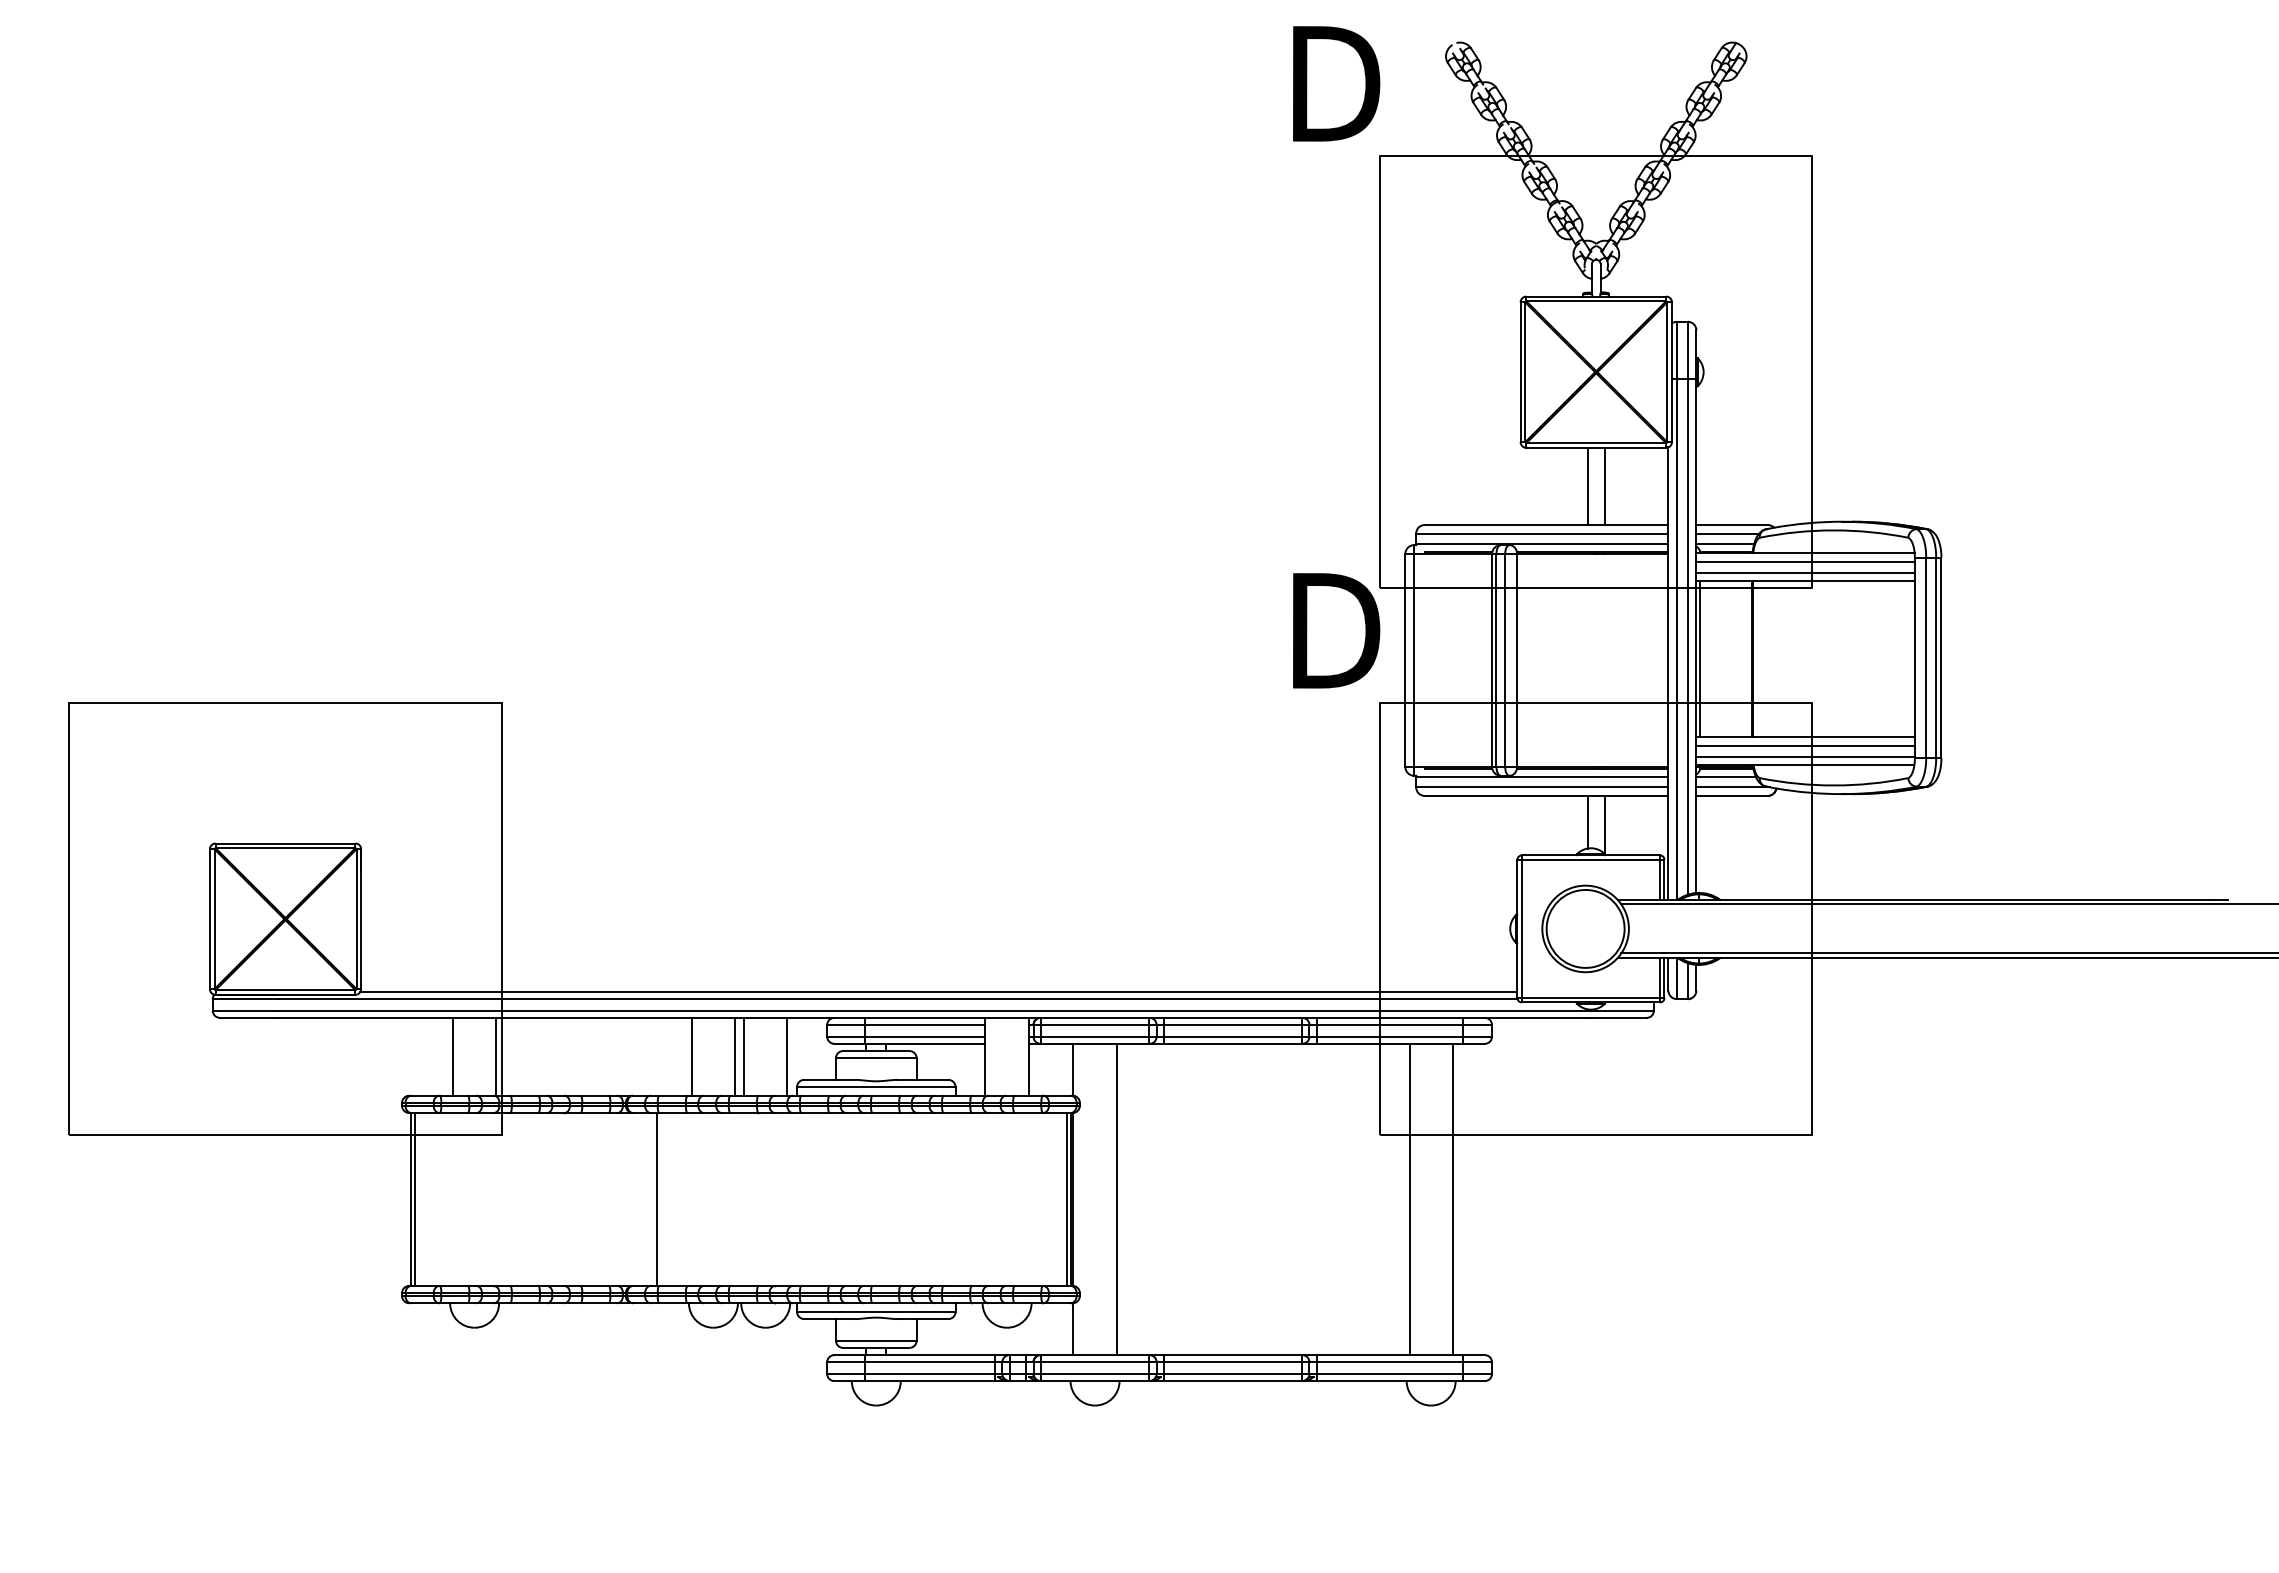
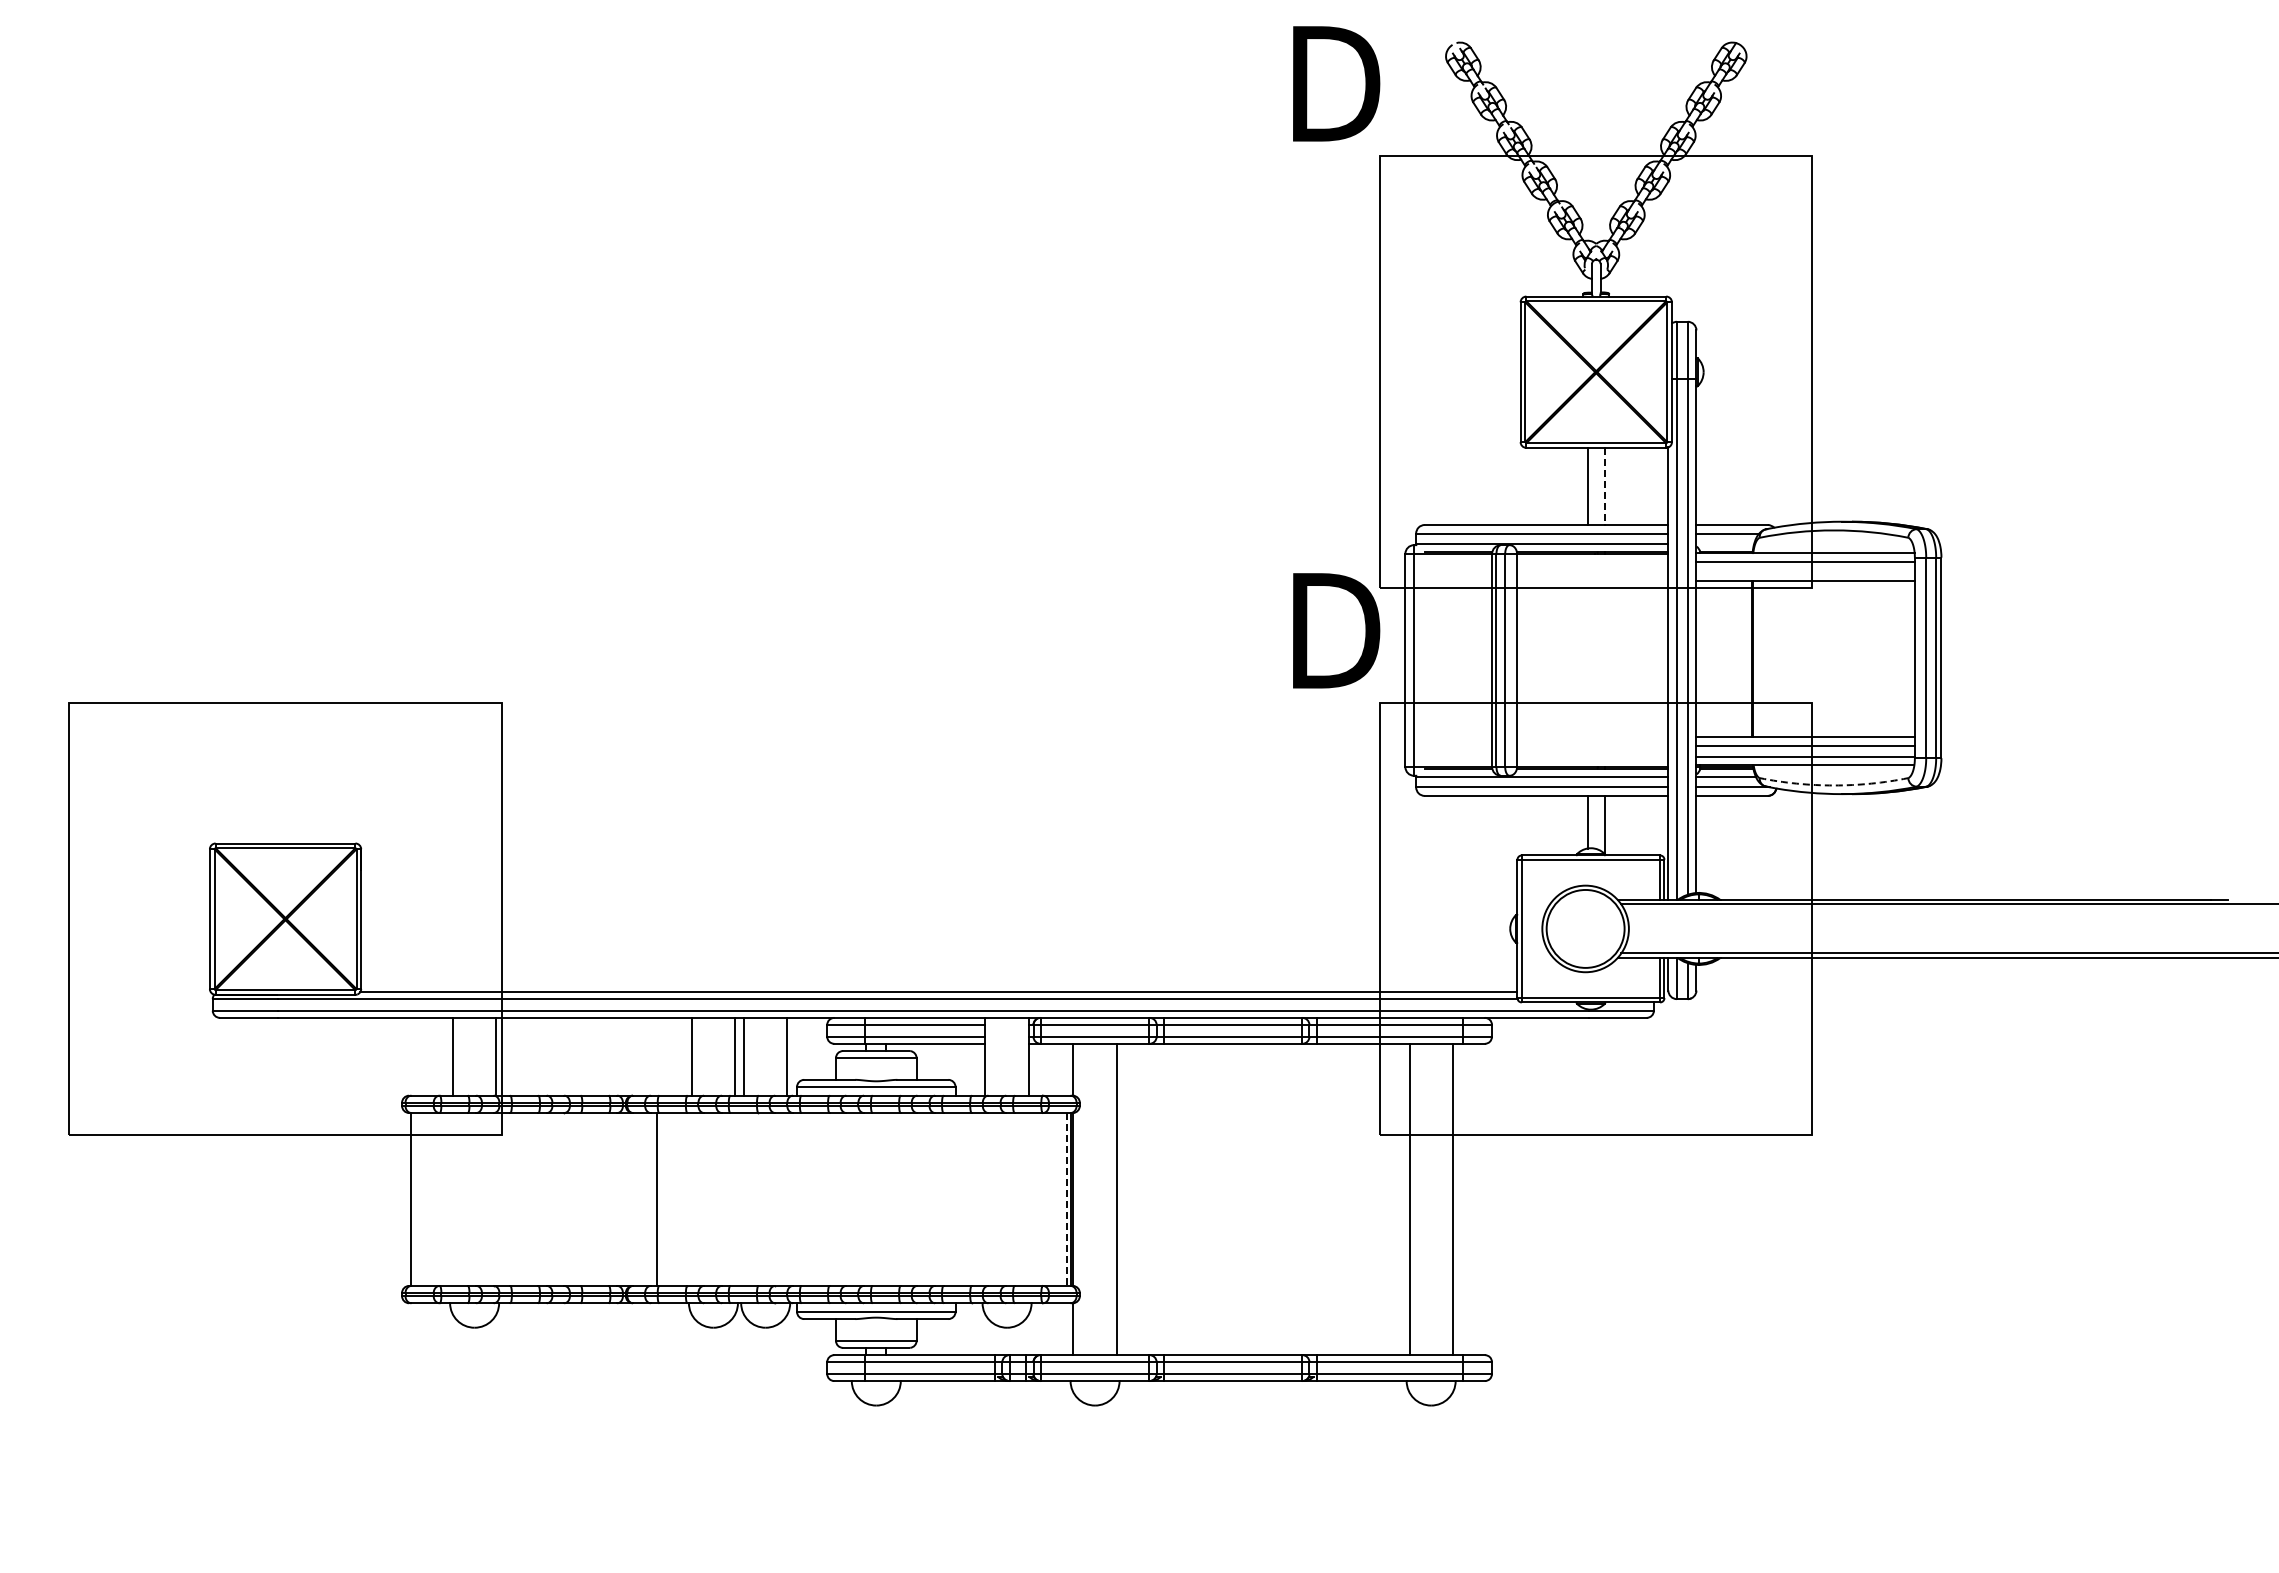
line at (1604, 486): solid -> dashed
line at (1725, 543): present -> none
line at (1805, 572): present -> none
line at (1700, 659): present -> none
arc at (1834, 785): solid -> dashed
line at (415, 1199): present -> none
line at (1066, 1199): solid -> dashed
